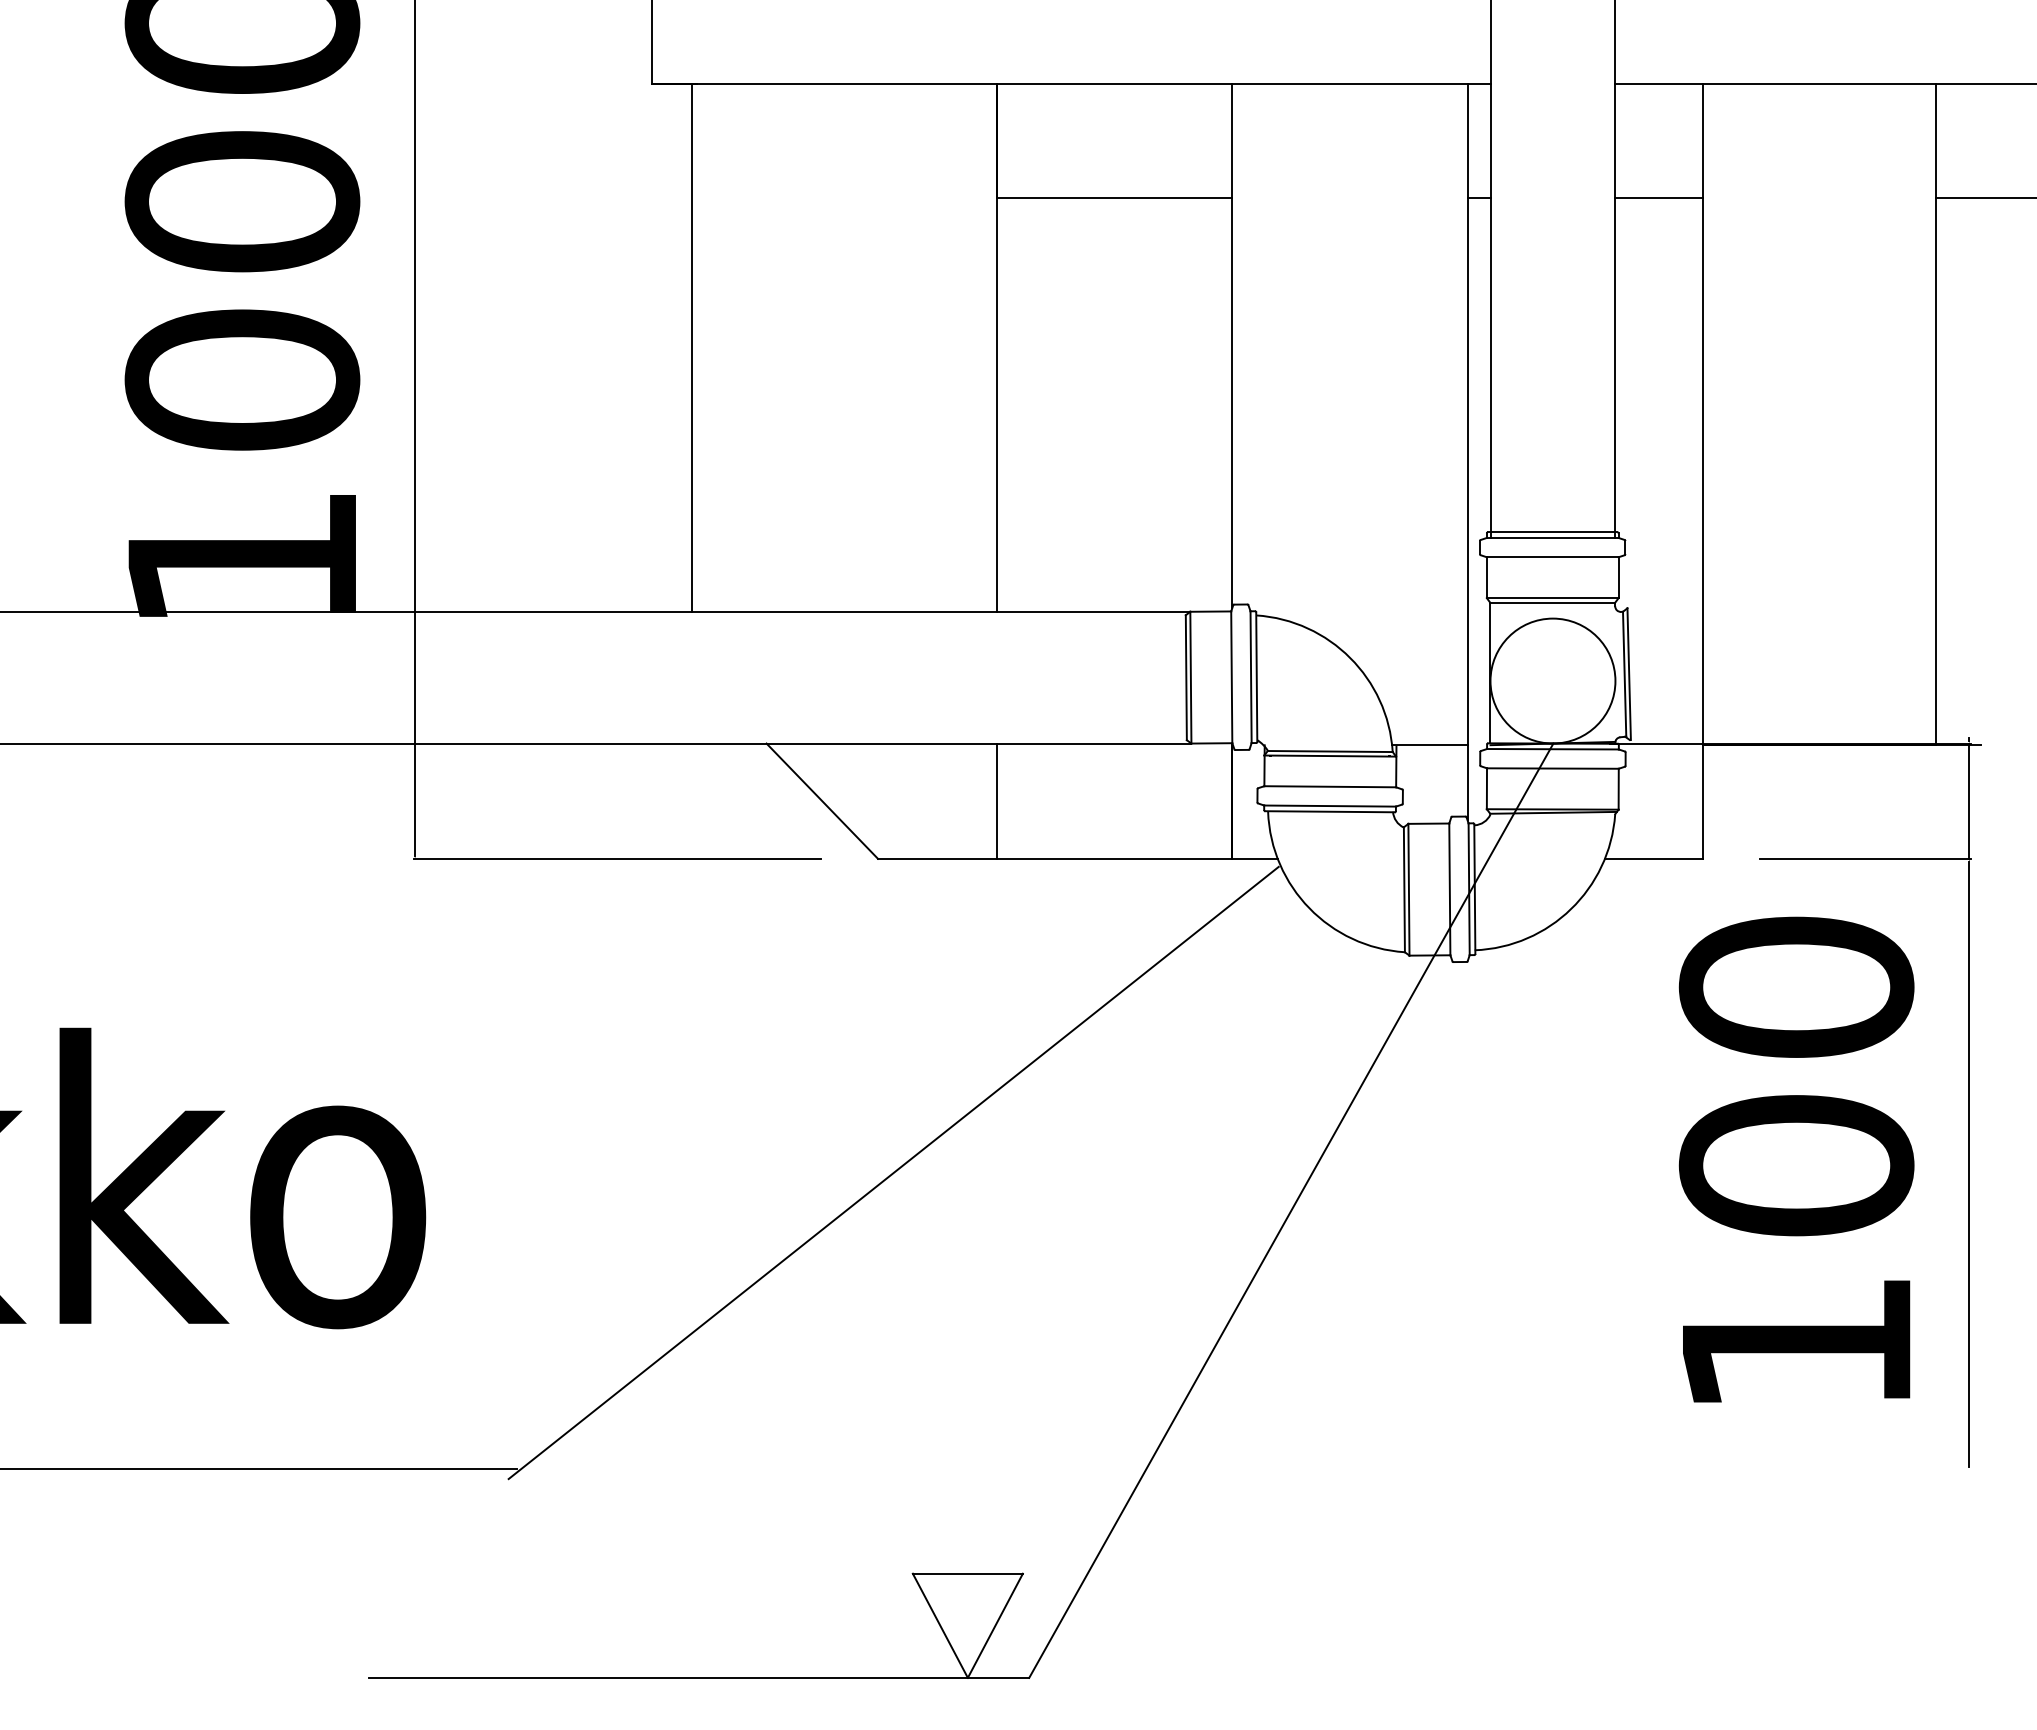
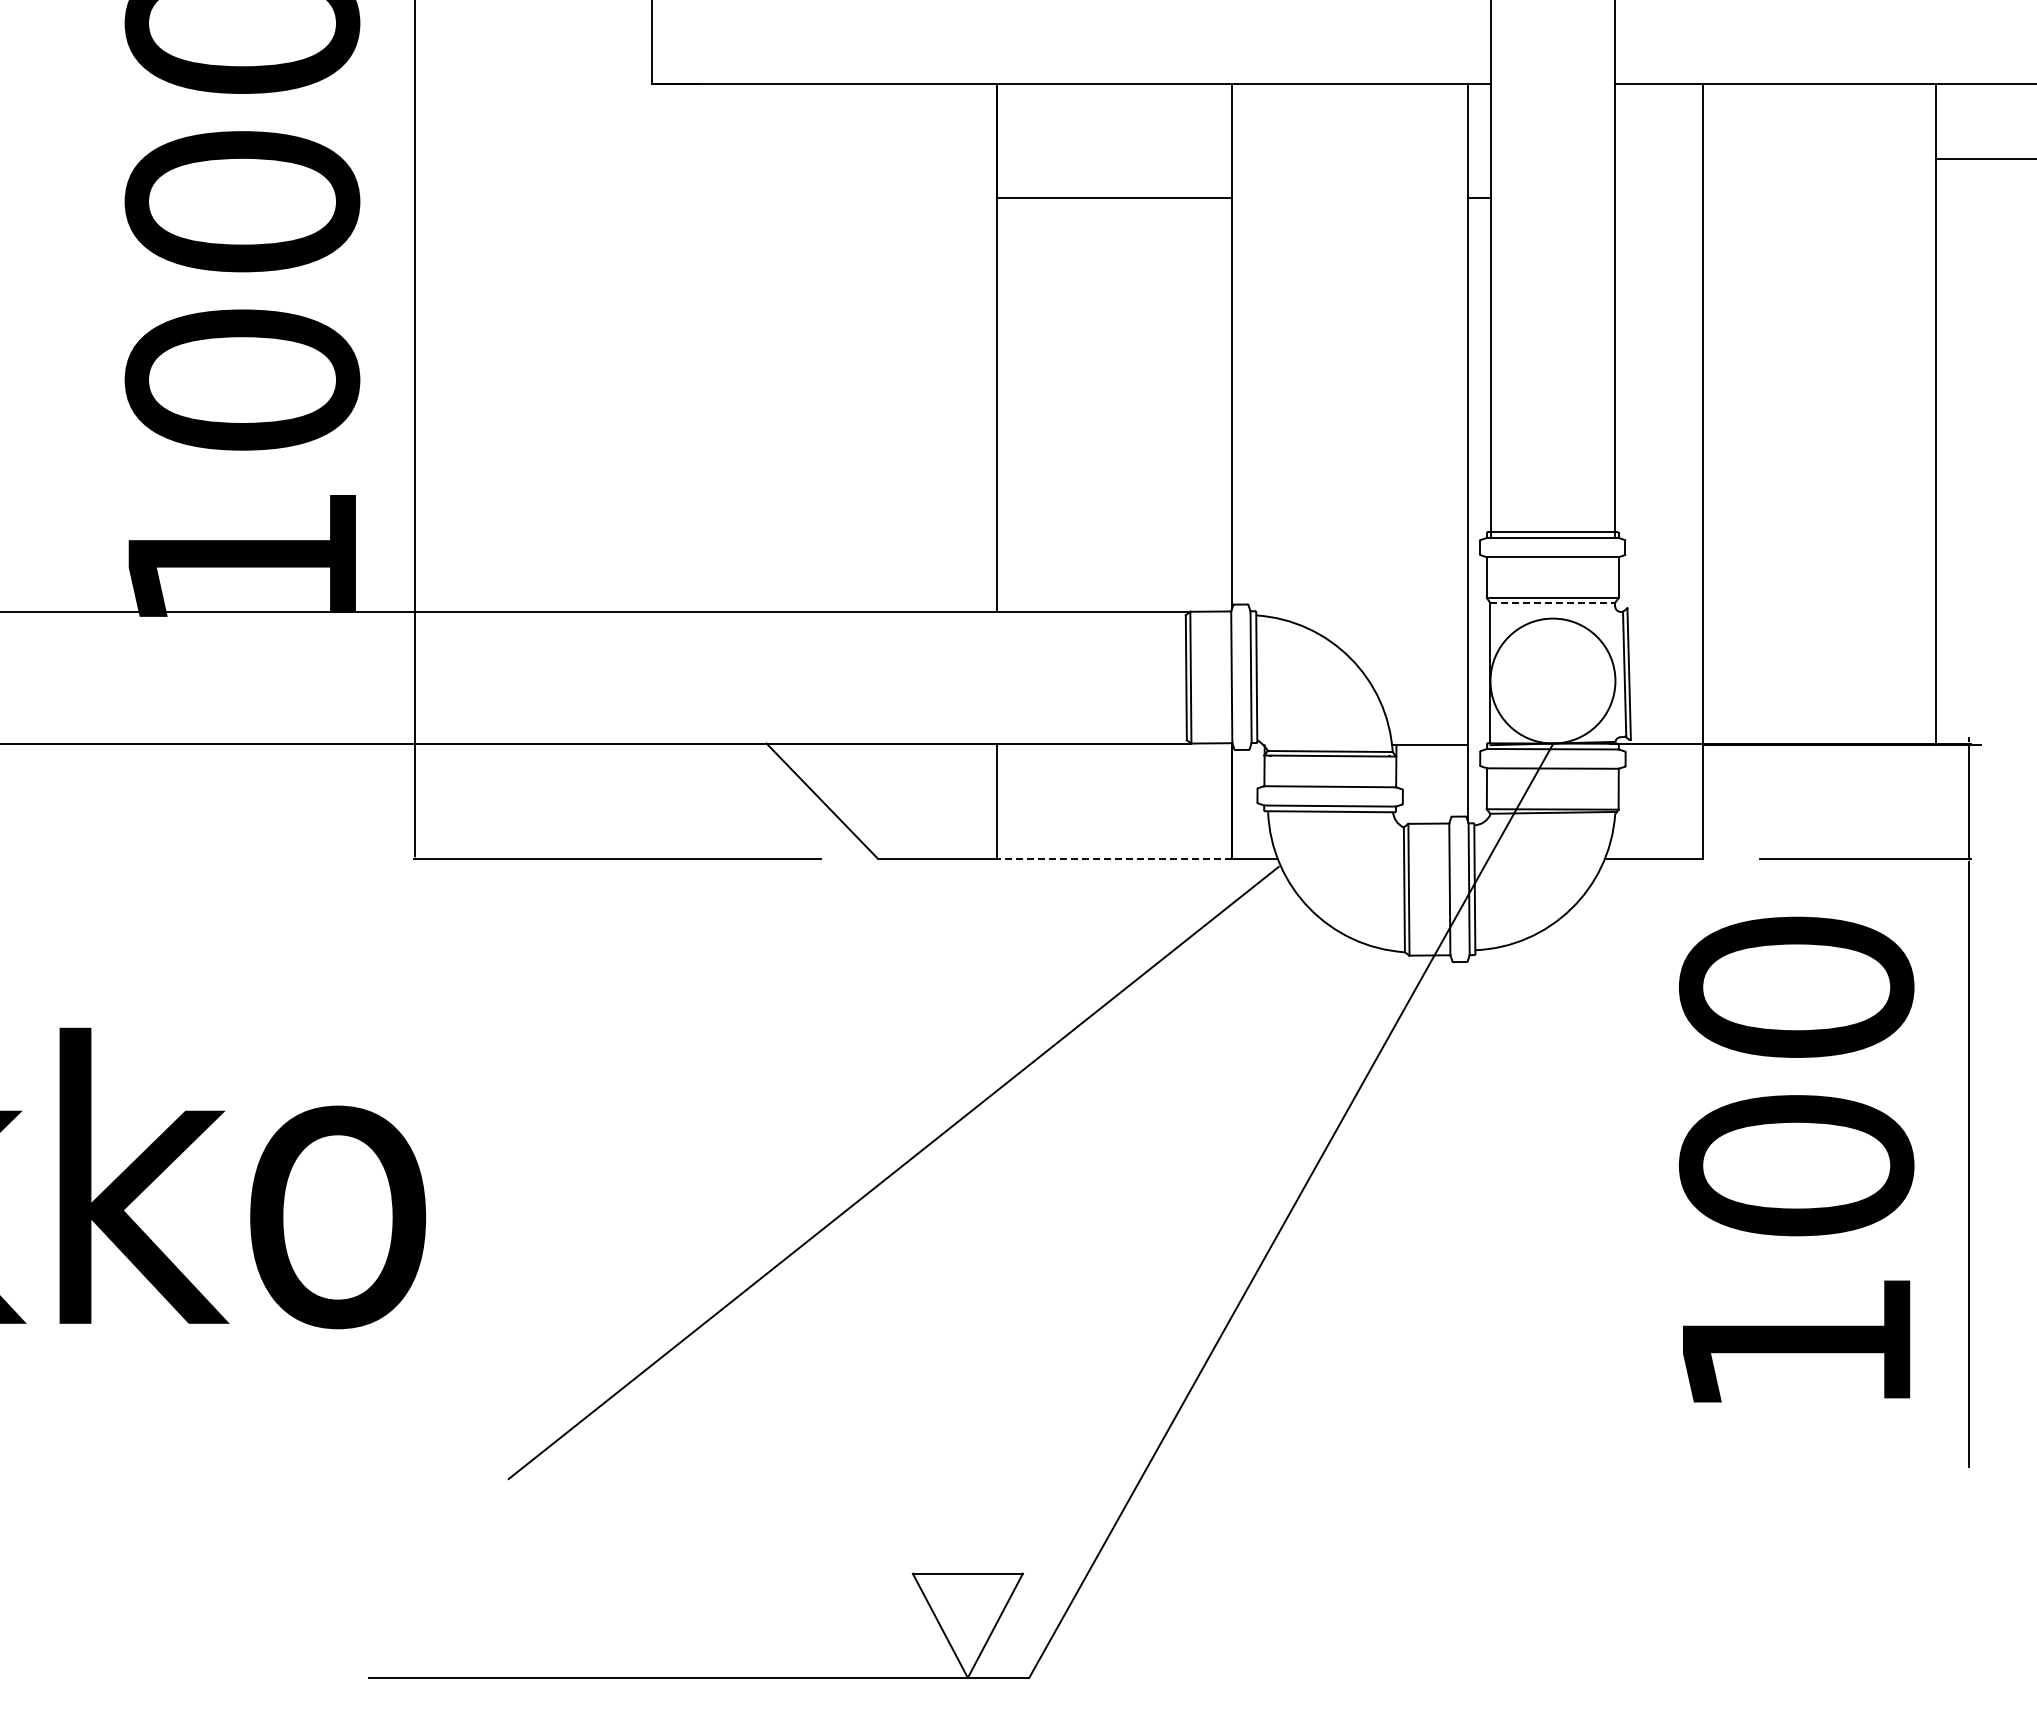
line at (1658, 197): present -> none
line at (1984, 197) position: (1984, 197) -> (1984, 158)
line at (691, 347): present -> none
line at (1553, 602): solid -> dashed
line at (1114, 858): solid -> dashed
line at (259, 1468): present -> none
